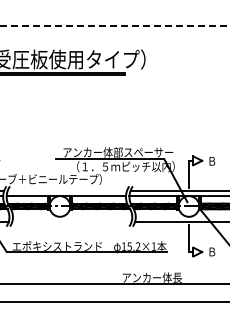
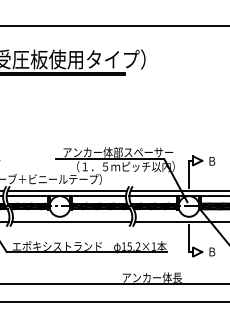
line at (114, 25): dashed -> solid
line at (67, 190): none -> present
line at (71, 222): none -> present
